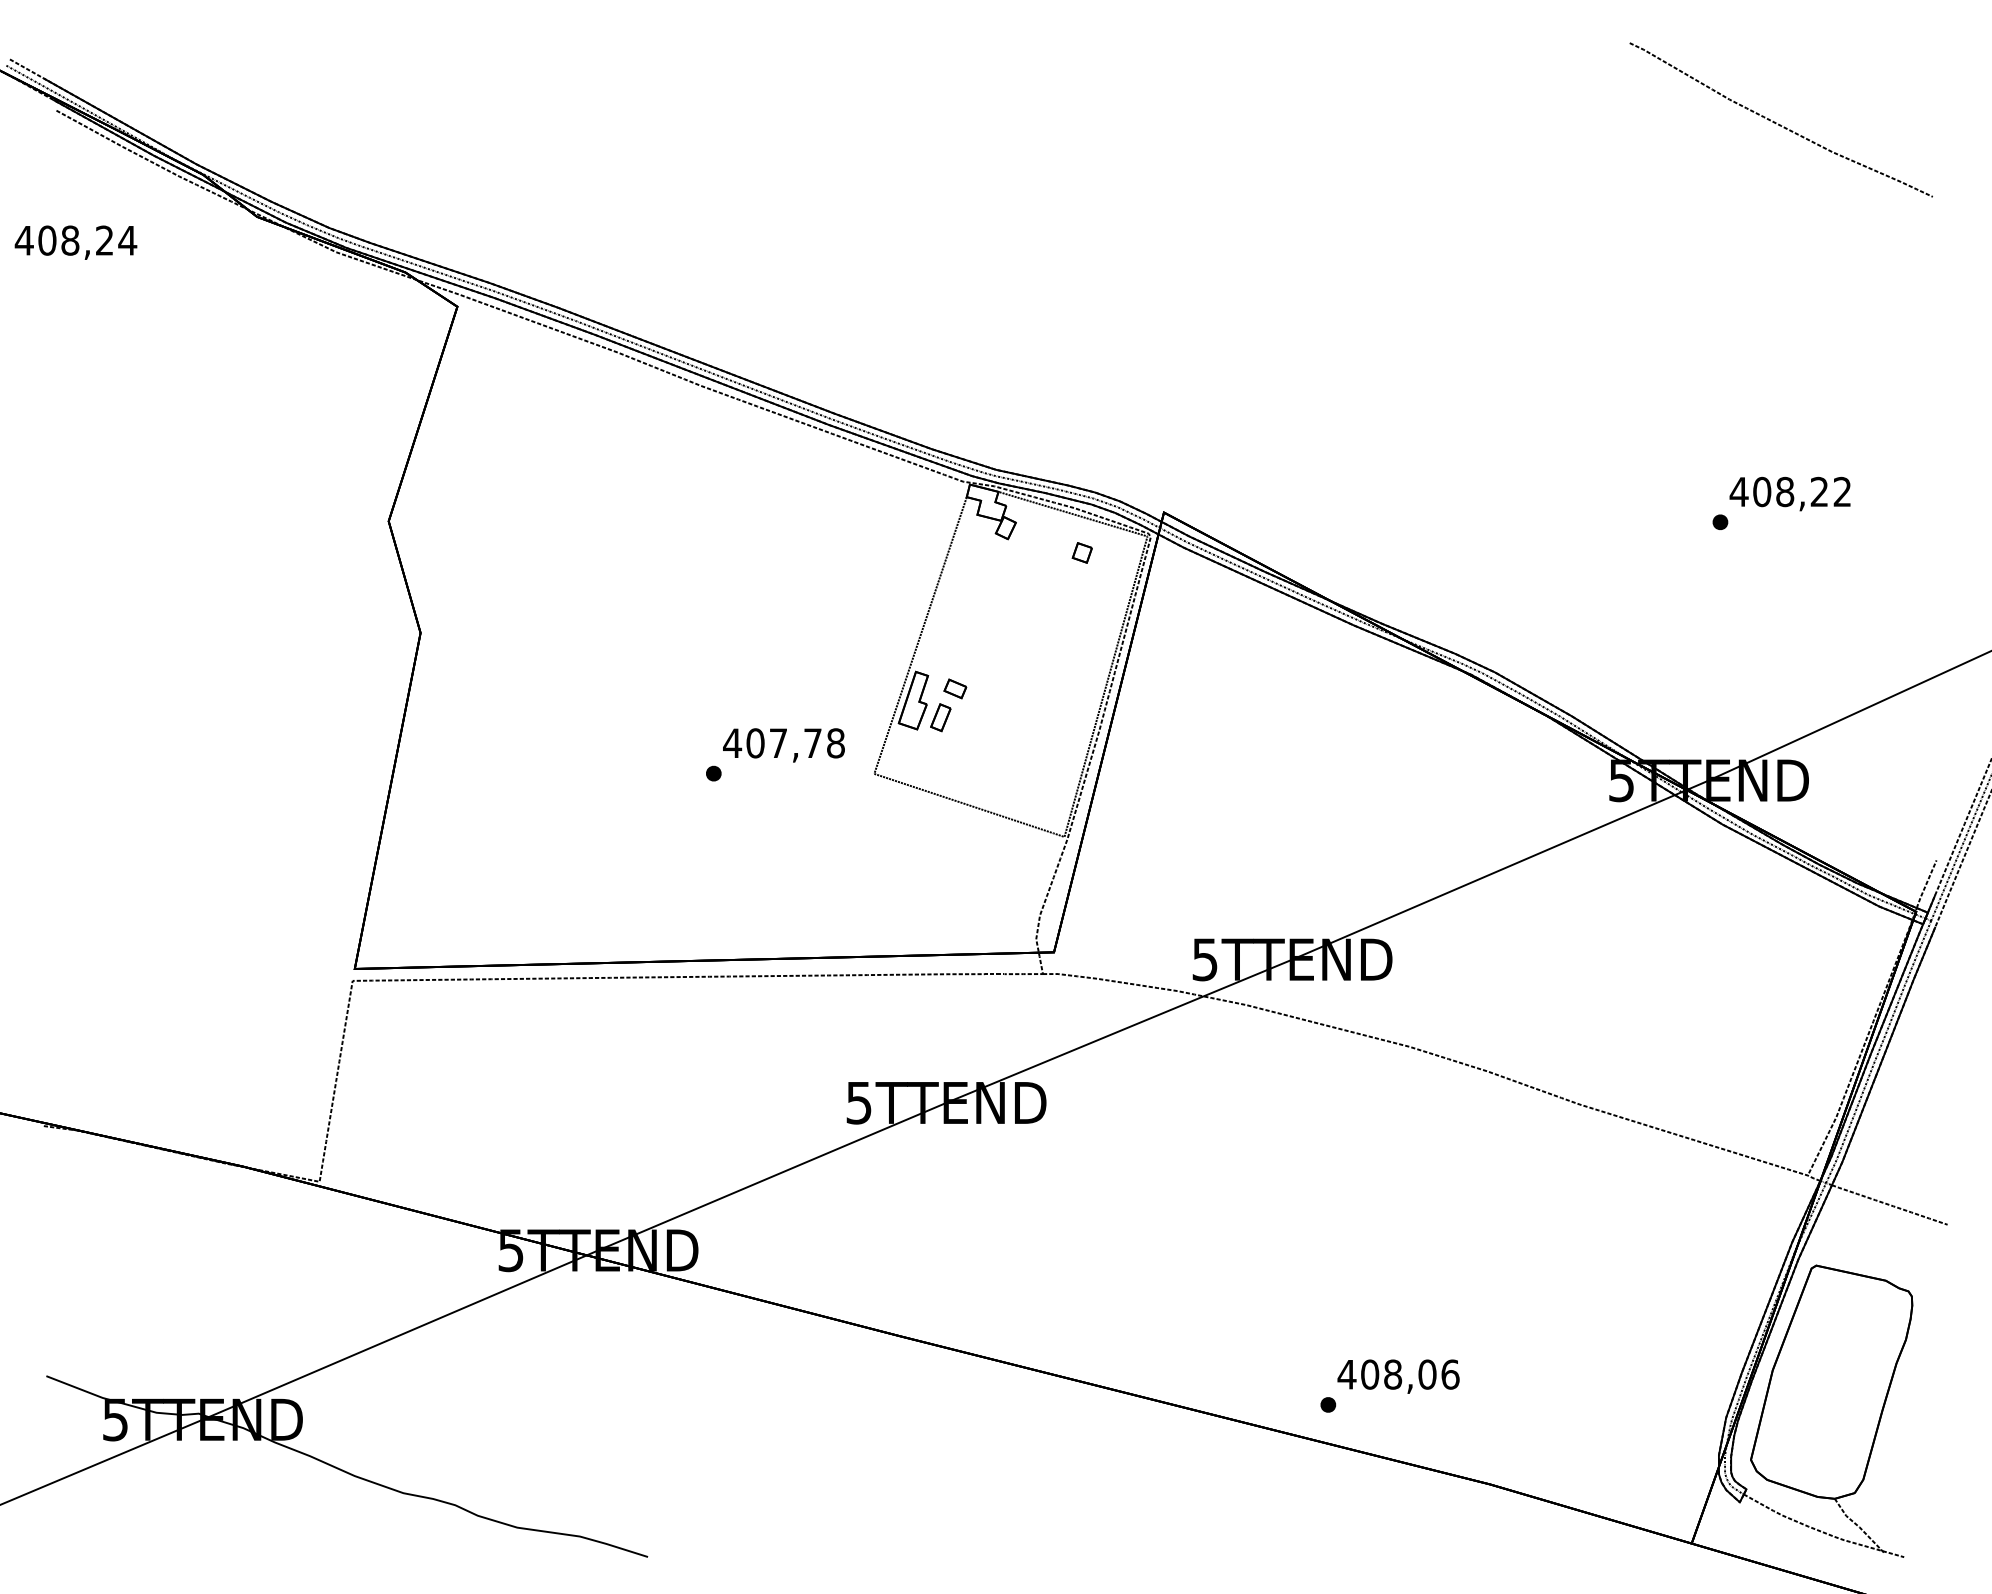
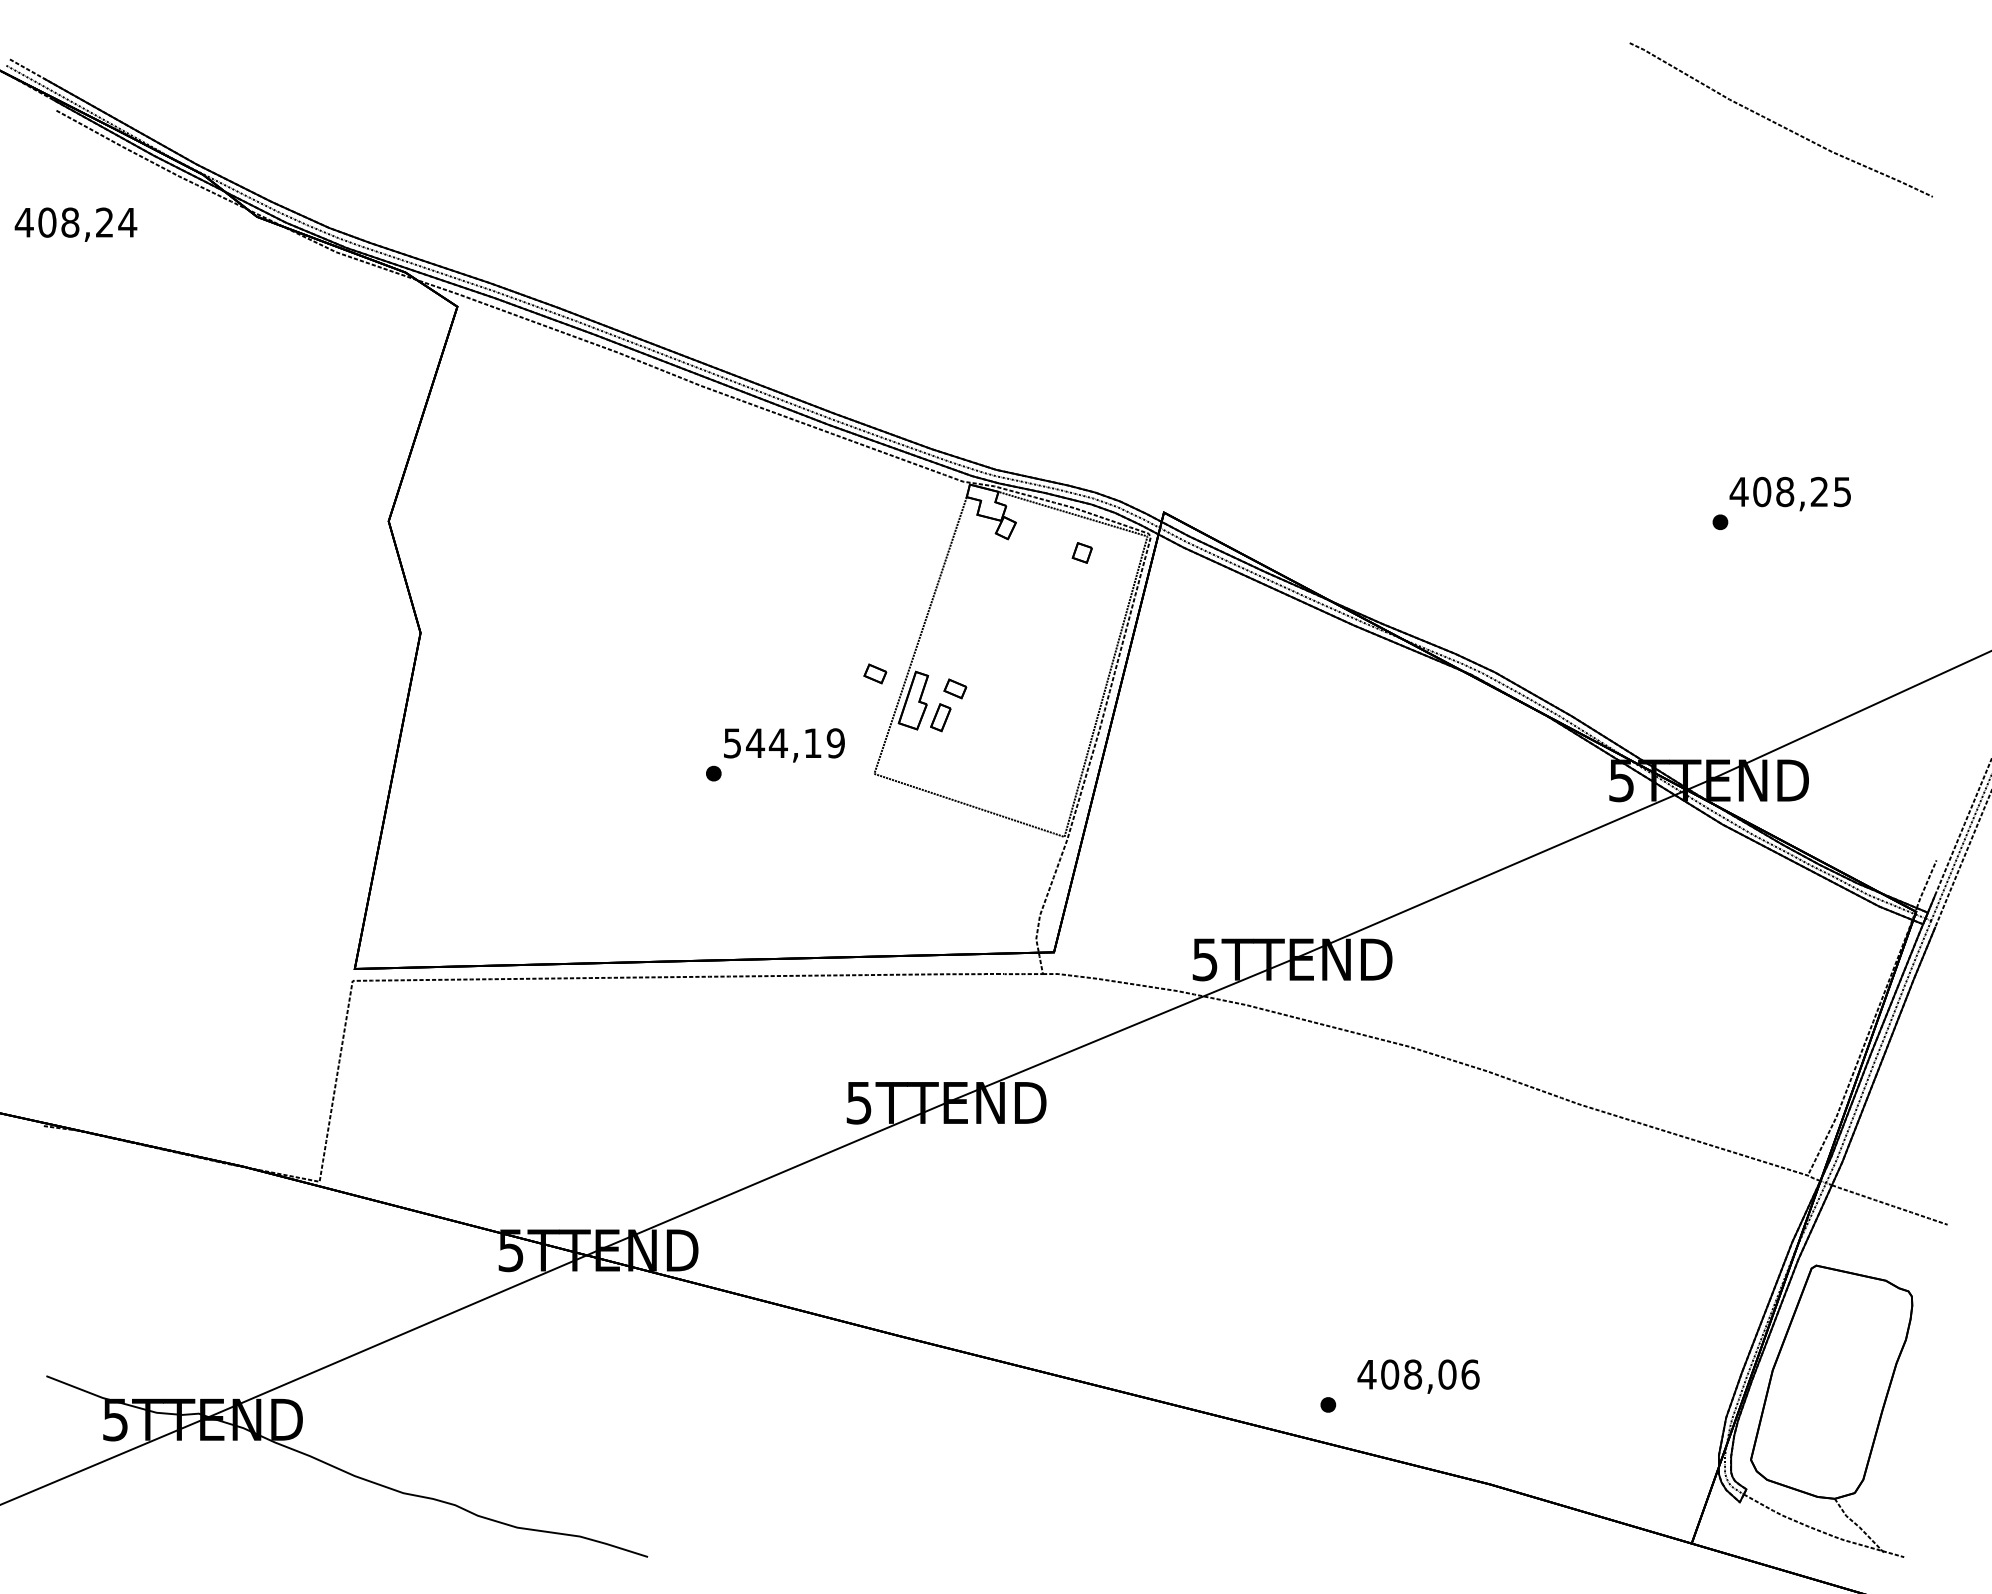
text at (75, 242) position: (75, 242) -> (75, 224)
text at (1841, 491): 408,22 -> 408,25
part at (875, 673): none -> present
text at (783, 743): 407,78 -> 544,19
text at (1398, 1376) position: (1398, 1376) -> (1418, 1376)
